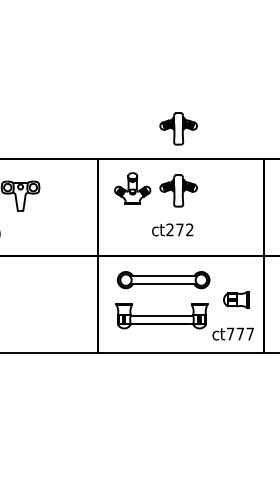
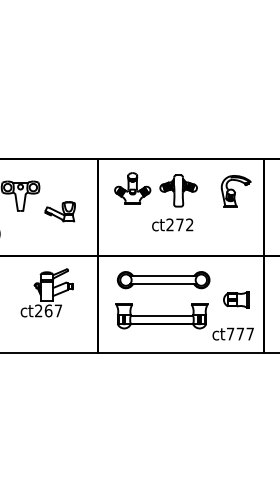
part at (178, 128): present -> none
part at (235, 191): none -> present
part at (59, 211): none -> present
text at (172, 229) position: (172, 229) -> (172, 224)
part at (46, 292): none -> present
